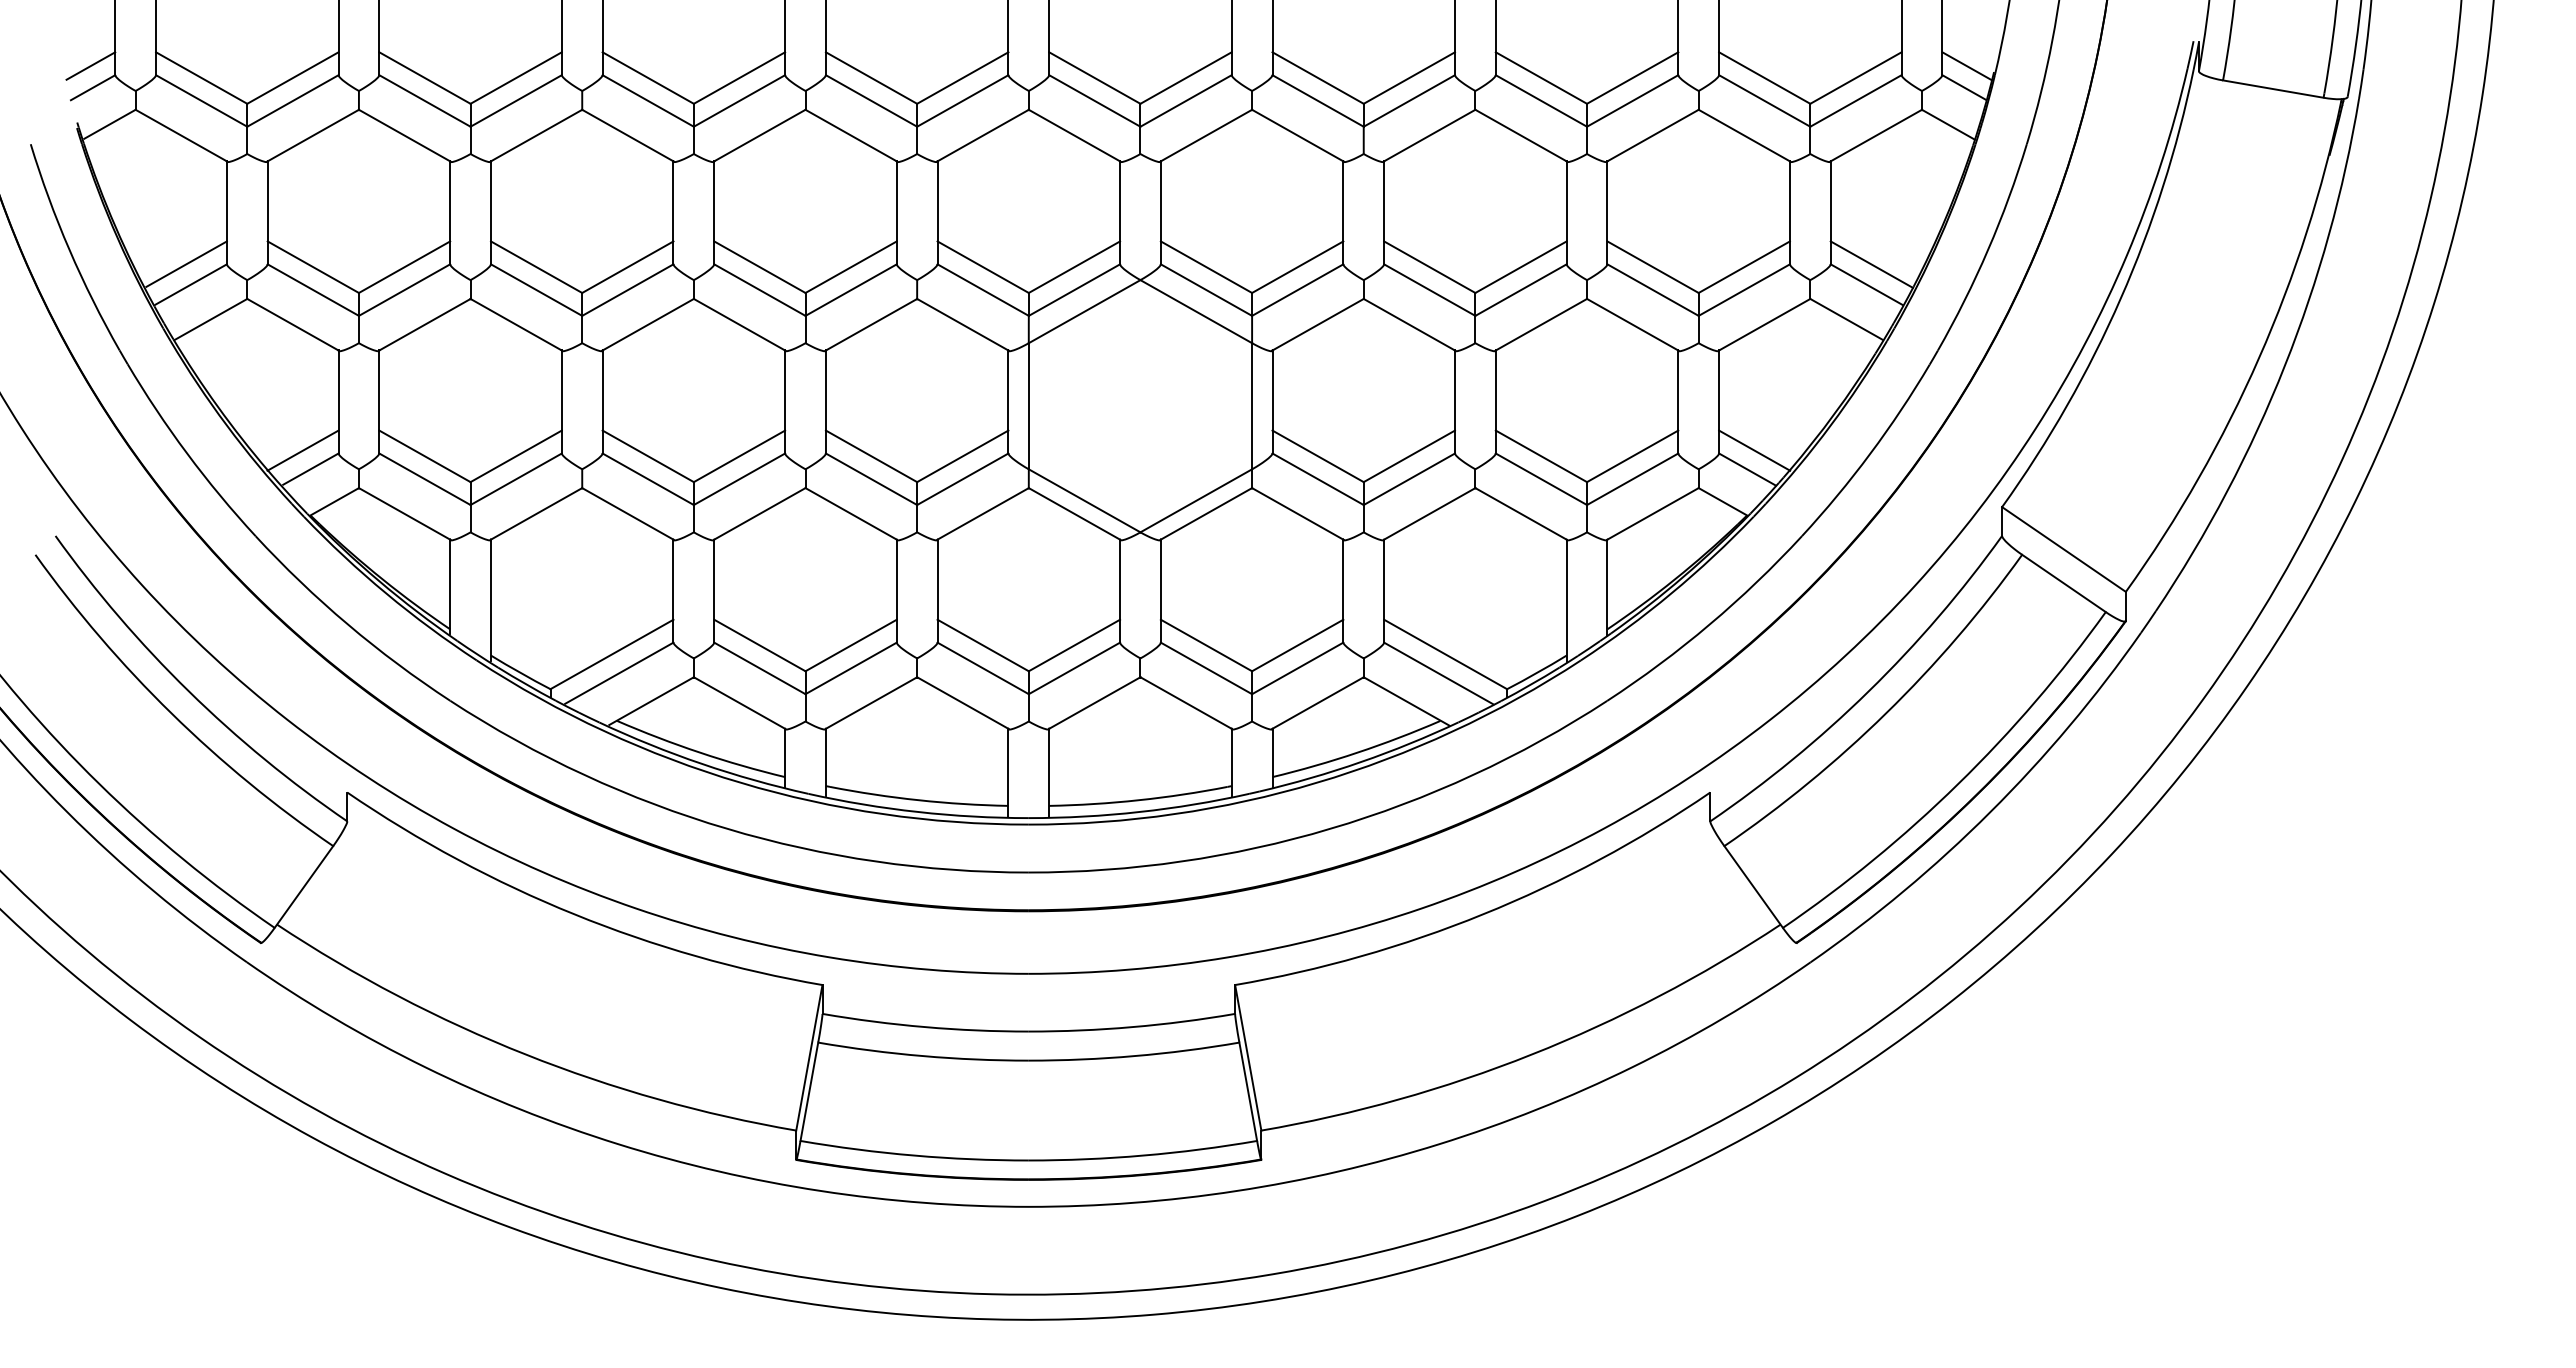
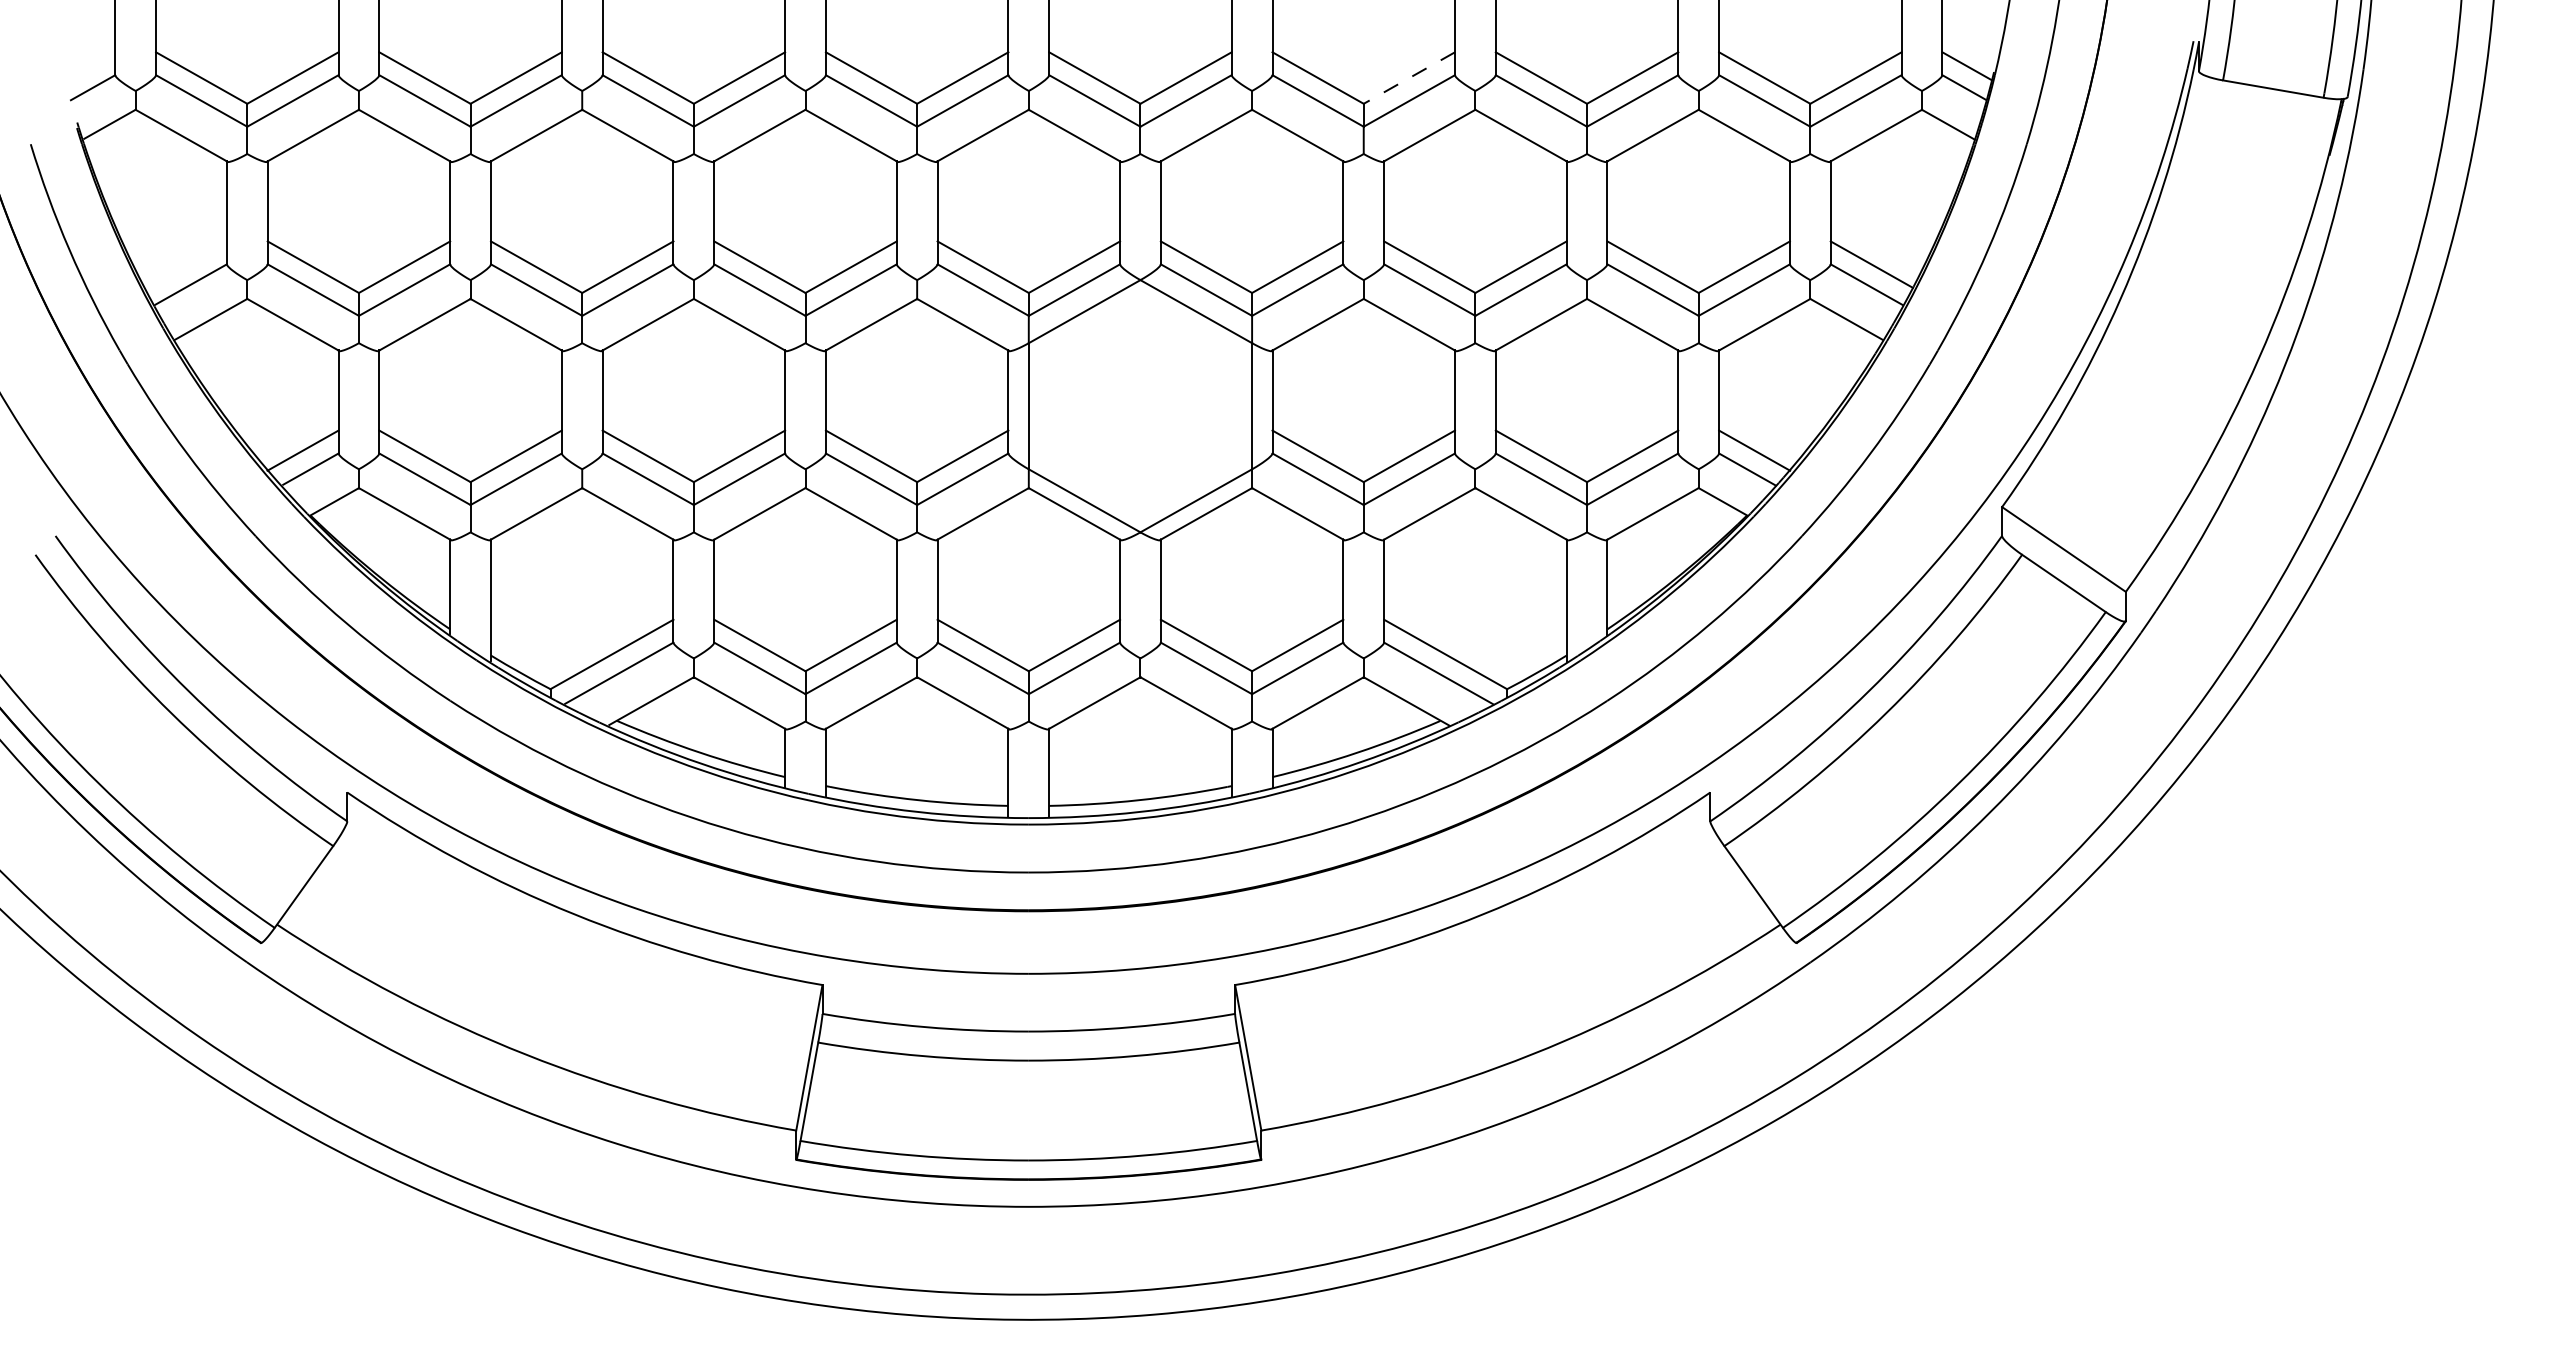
line at (90, 65): present -> none
line at (1408, 78): solid -> dashed
line at (186, 263): present -> none
